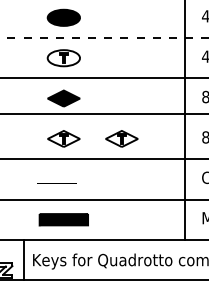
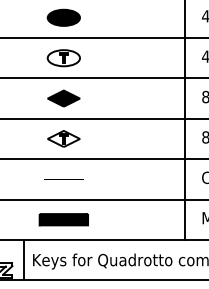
line at (104, 38): dashed -> solid
line at (103, 113) position: (103, 113) -> (103, 118)
part at (121, 138): present -> none
line at (56, 183) position: (56, 183) -> (63, 179)
